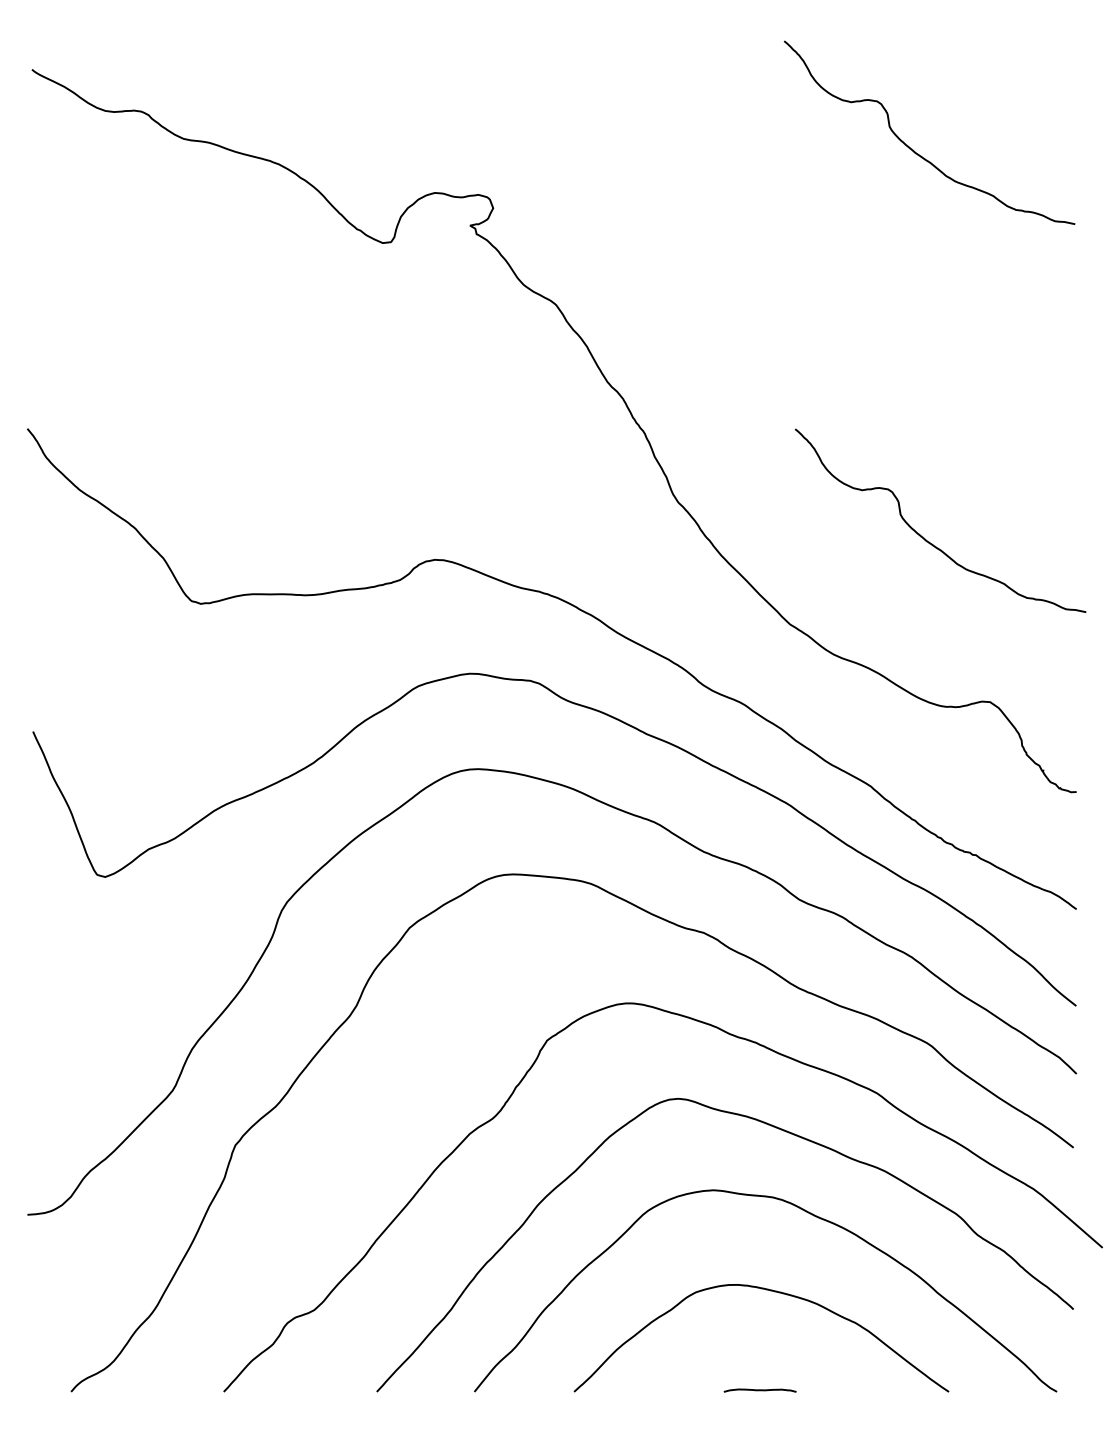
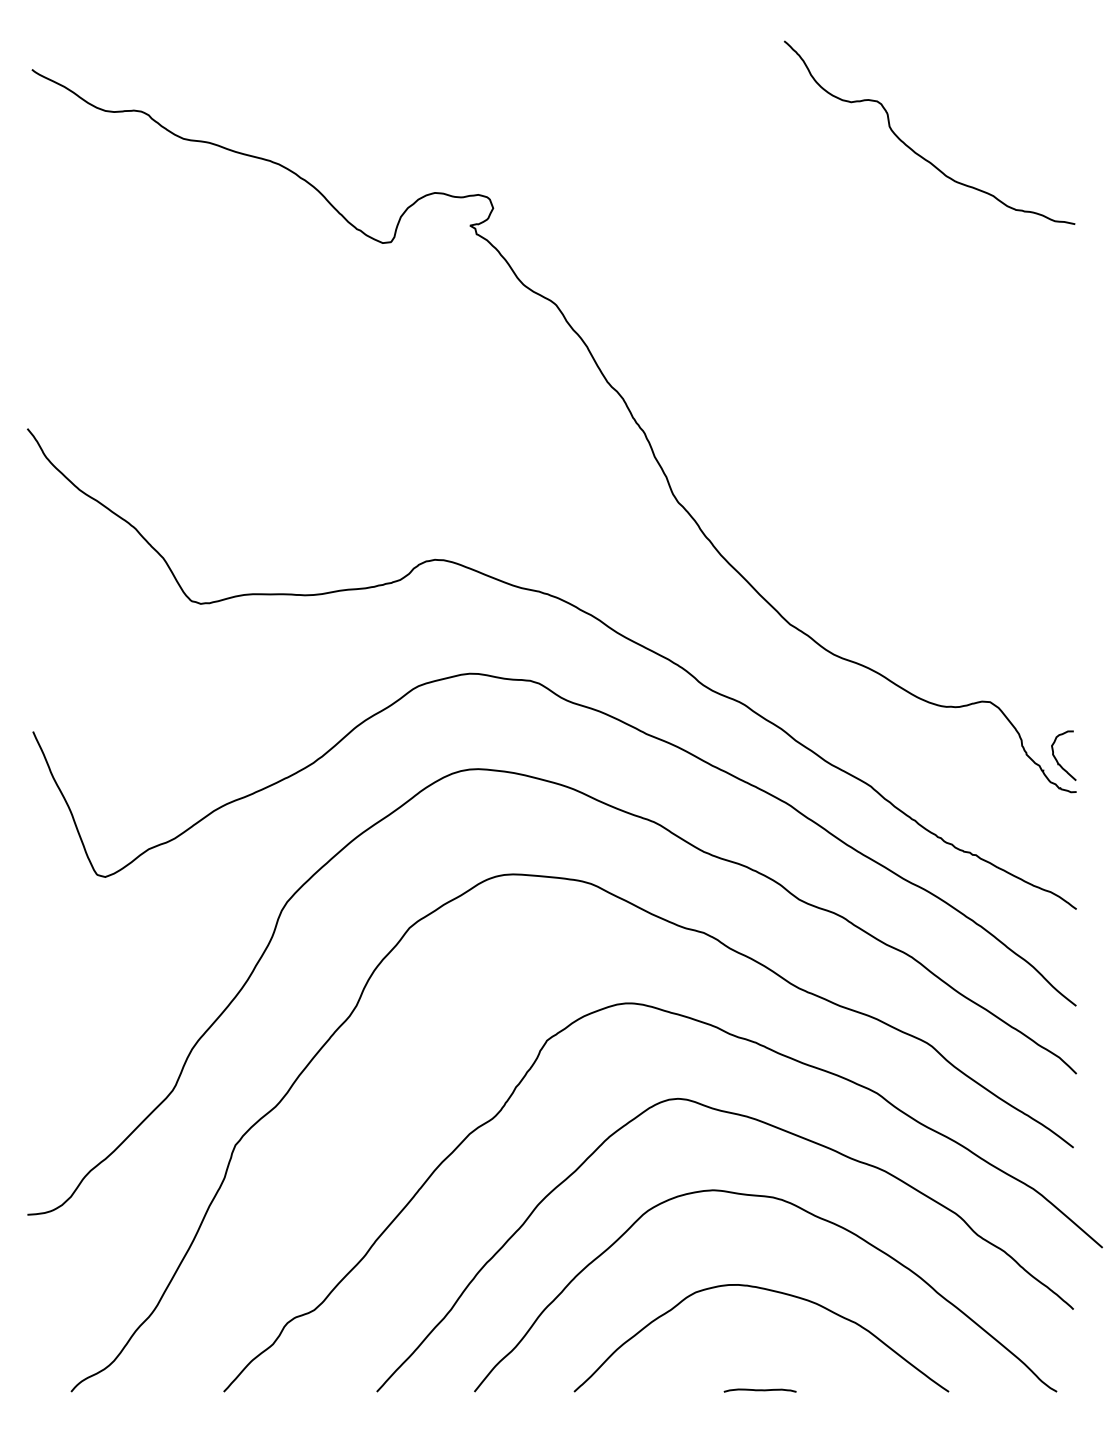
curve at (924, 537): present -> none
curve at (1057, 759): none -> present
